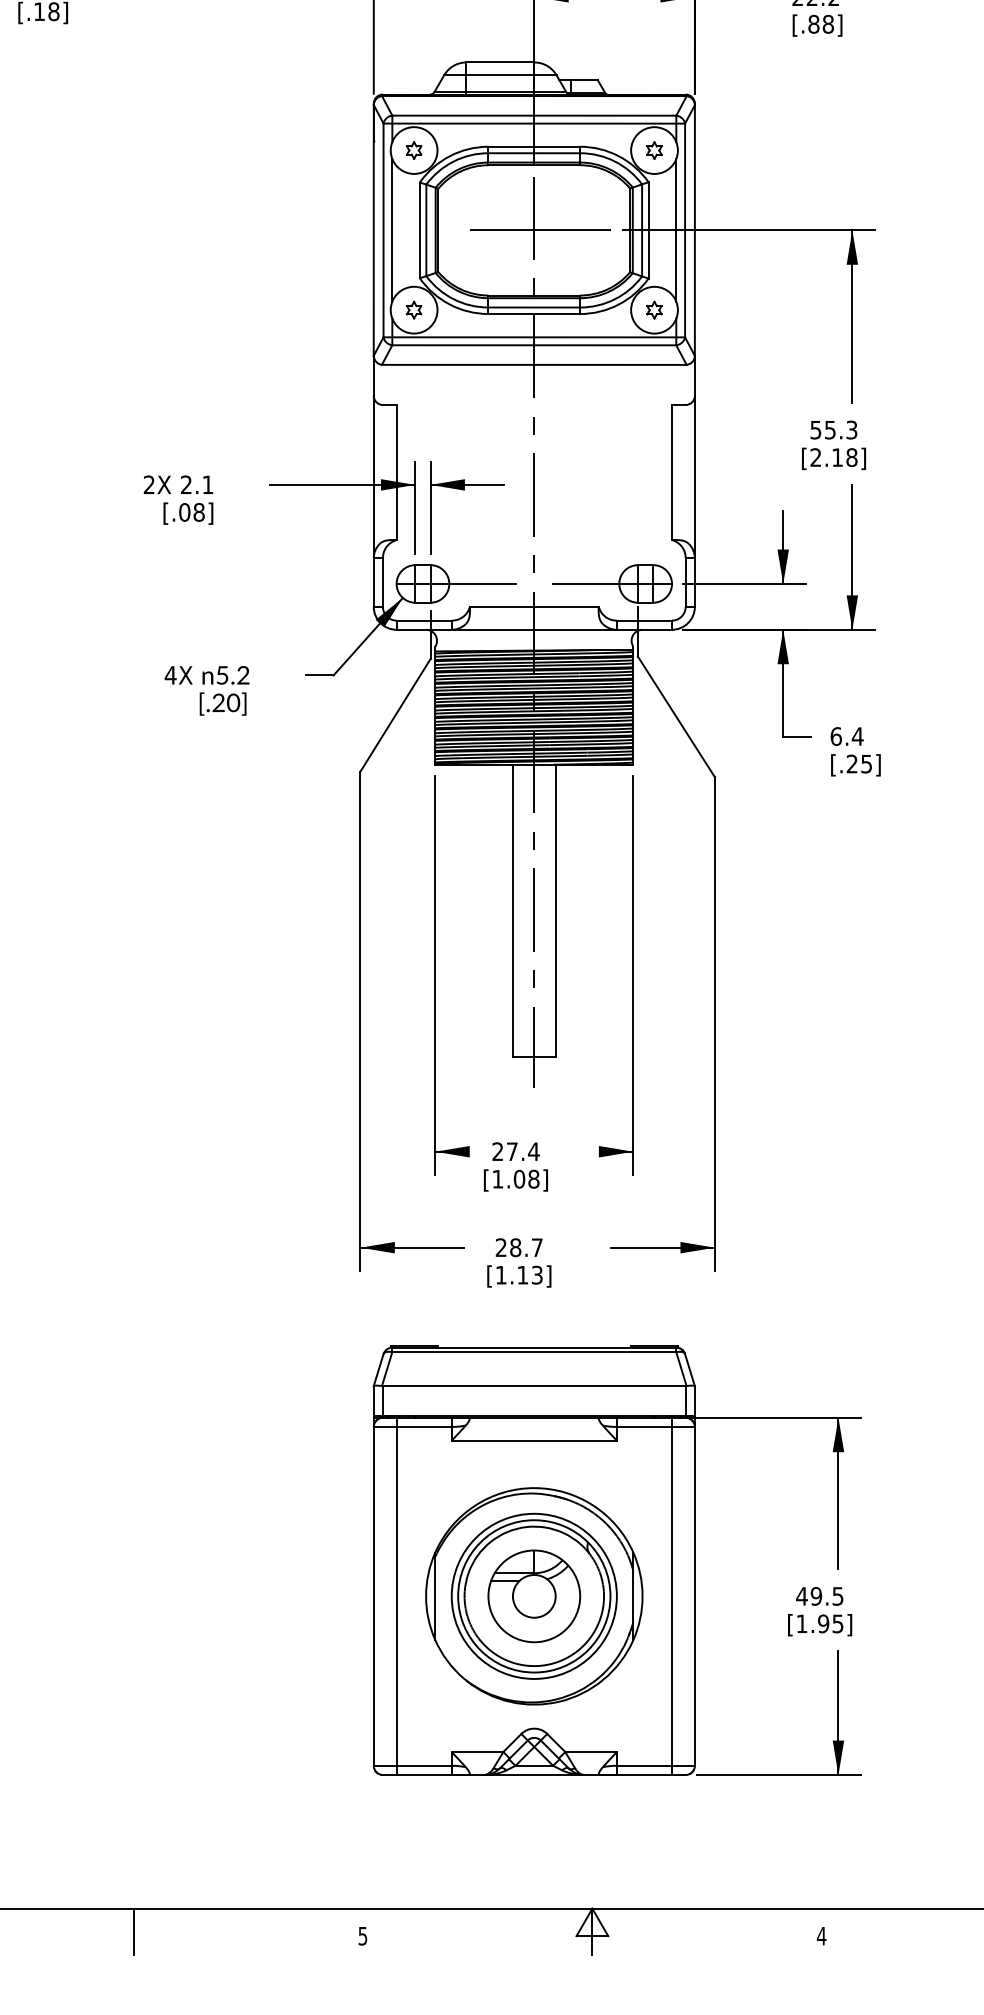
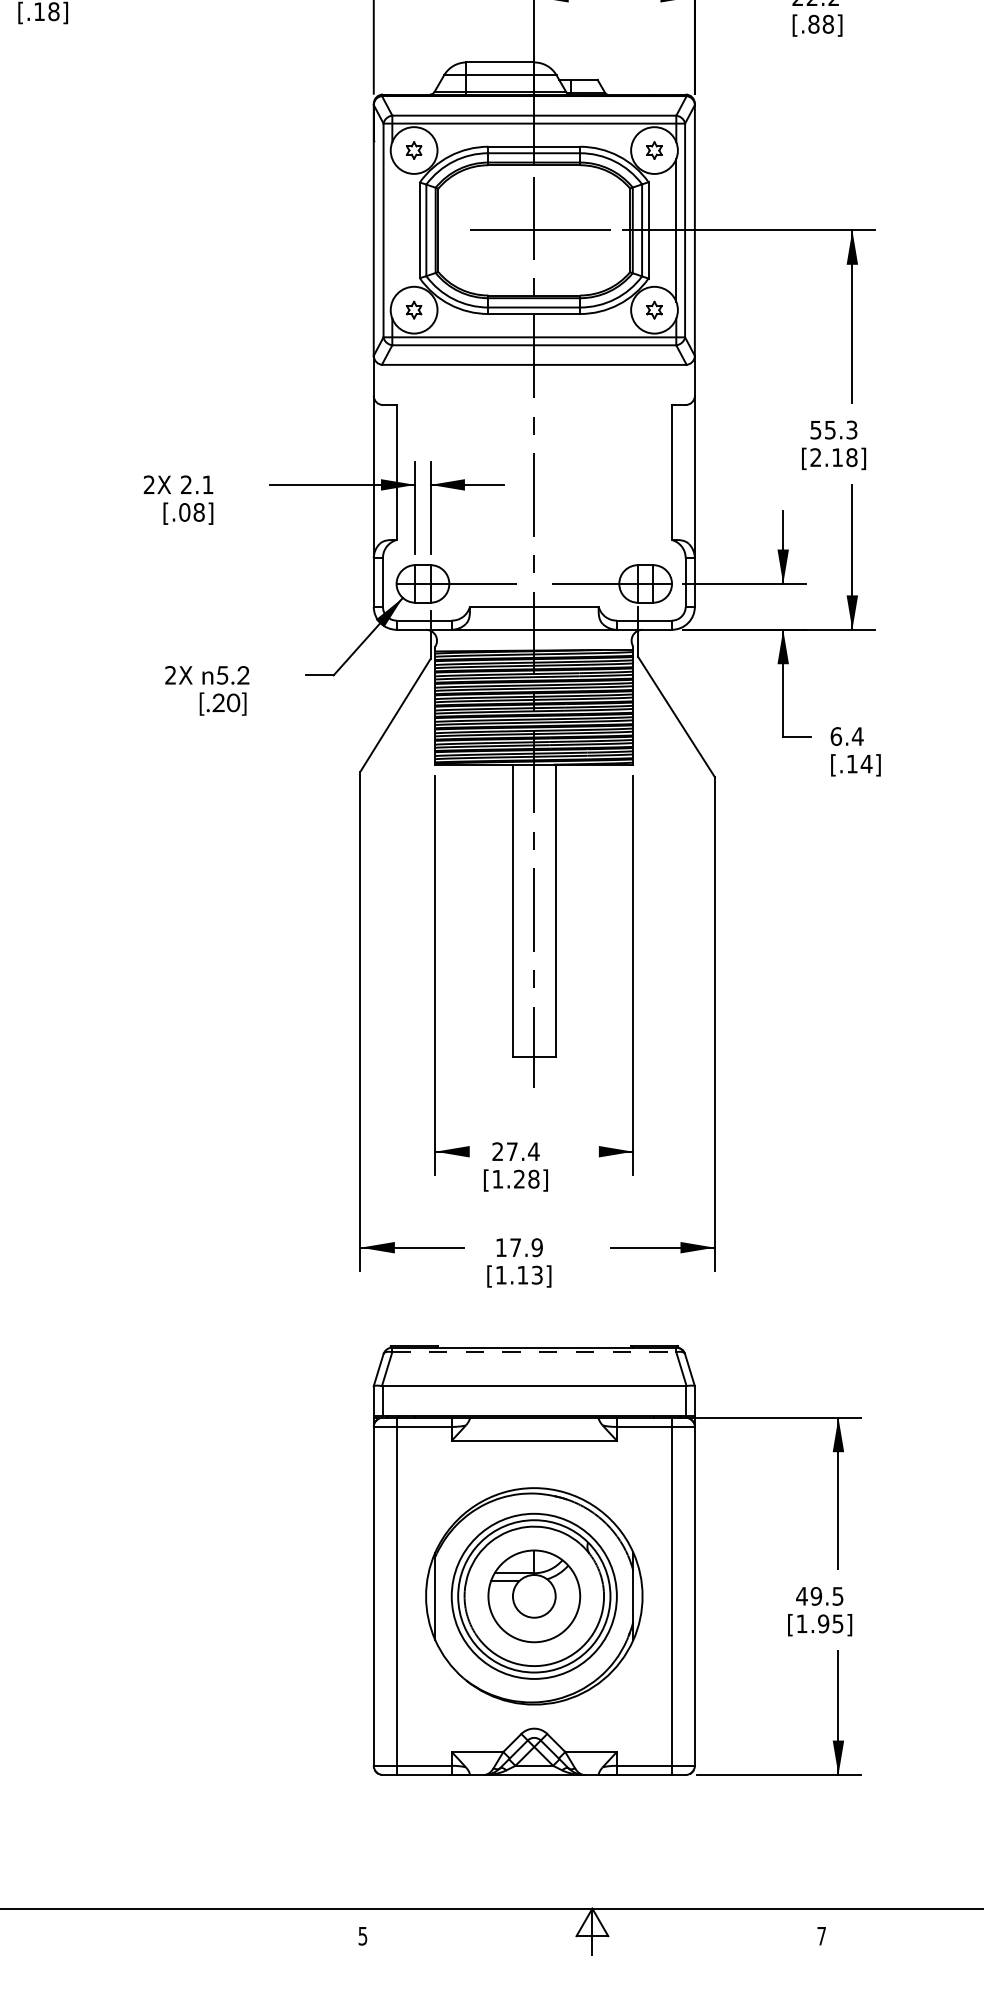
line at (392, 229): present -> none
text at (170, 675): 4X -> 2X
text at (859, 763): [.25] -> [.14]
text at (519, 1178): [1.08] -> [1.28]
text at (518, 1247): 28.7 -> 17.9
line at (534, 1352): solid -> dashed
line at (133, 1931): present -> none
text at (821, 1936): 4 -> 7
